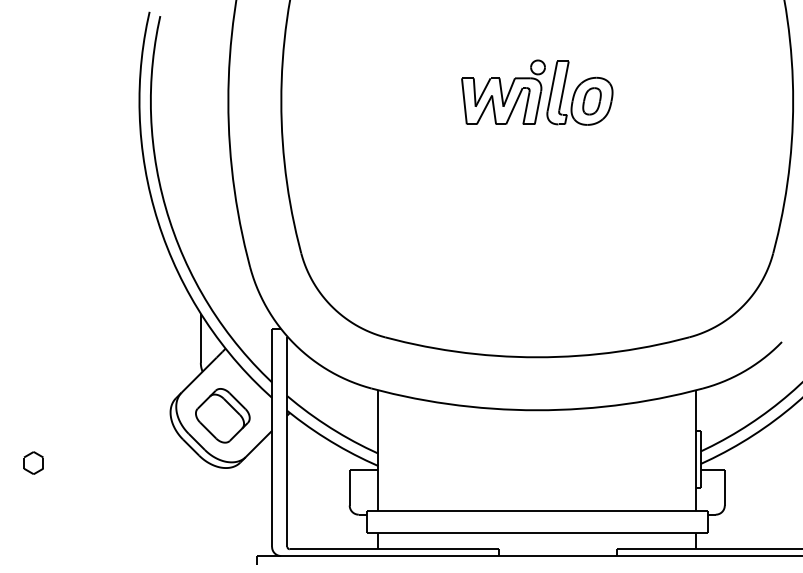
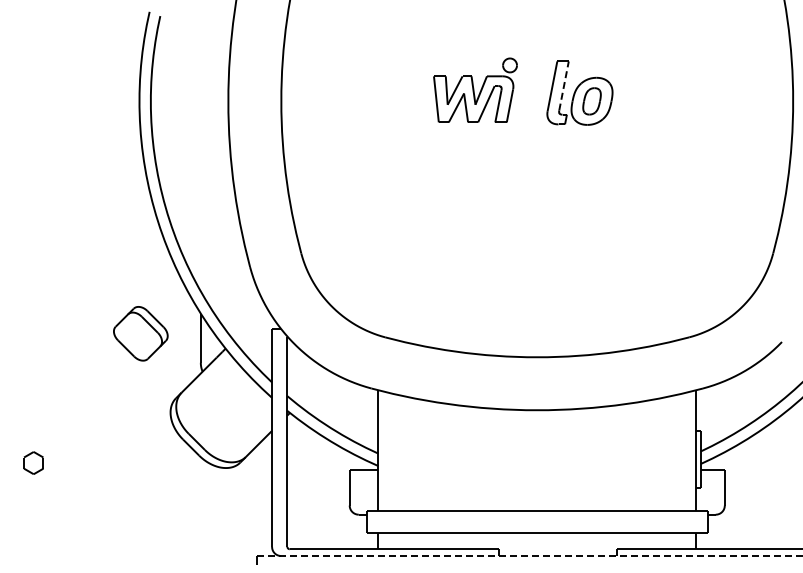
line at (564, 86): solid -> dashed
part at (503, 91) position: (503, 91) -> (475, 89)
part at (222, 415) position: (222, 415) -> (140, 333)
line at (530, 556): solid -> dashed
